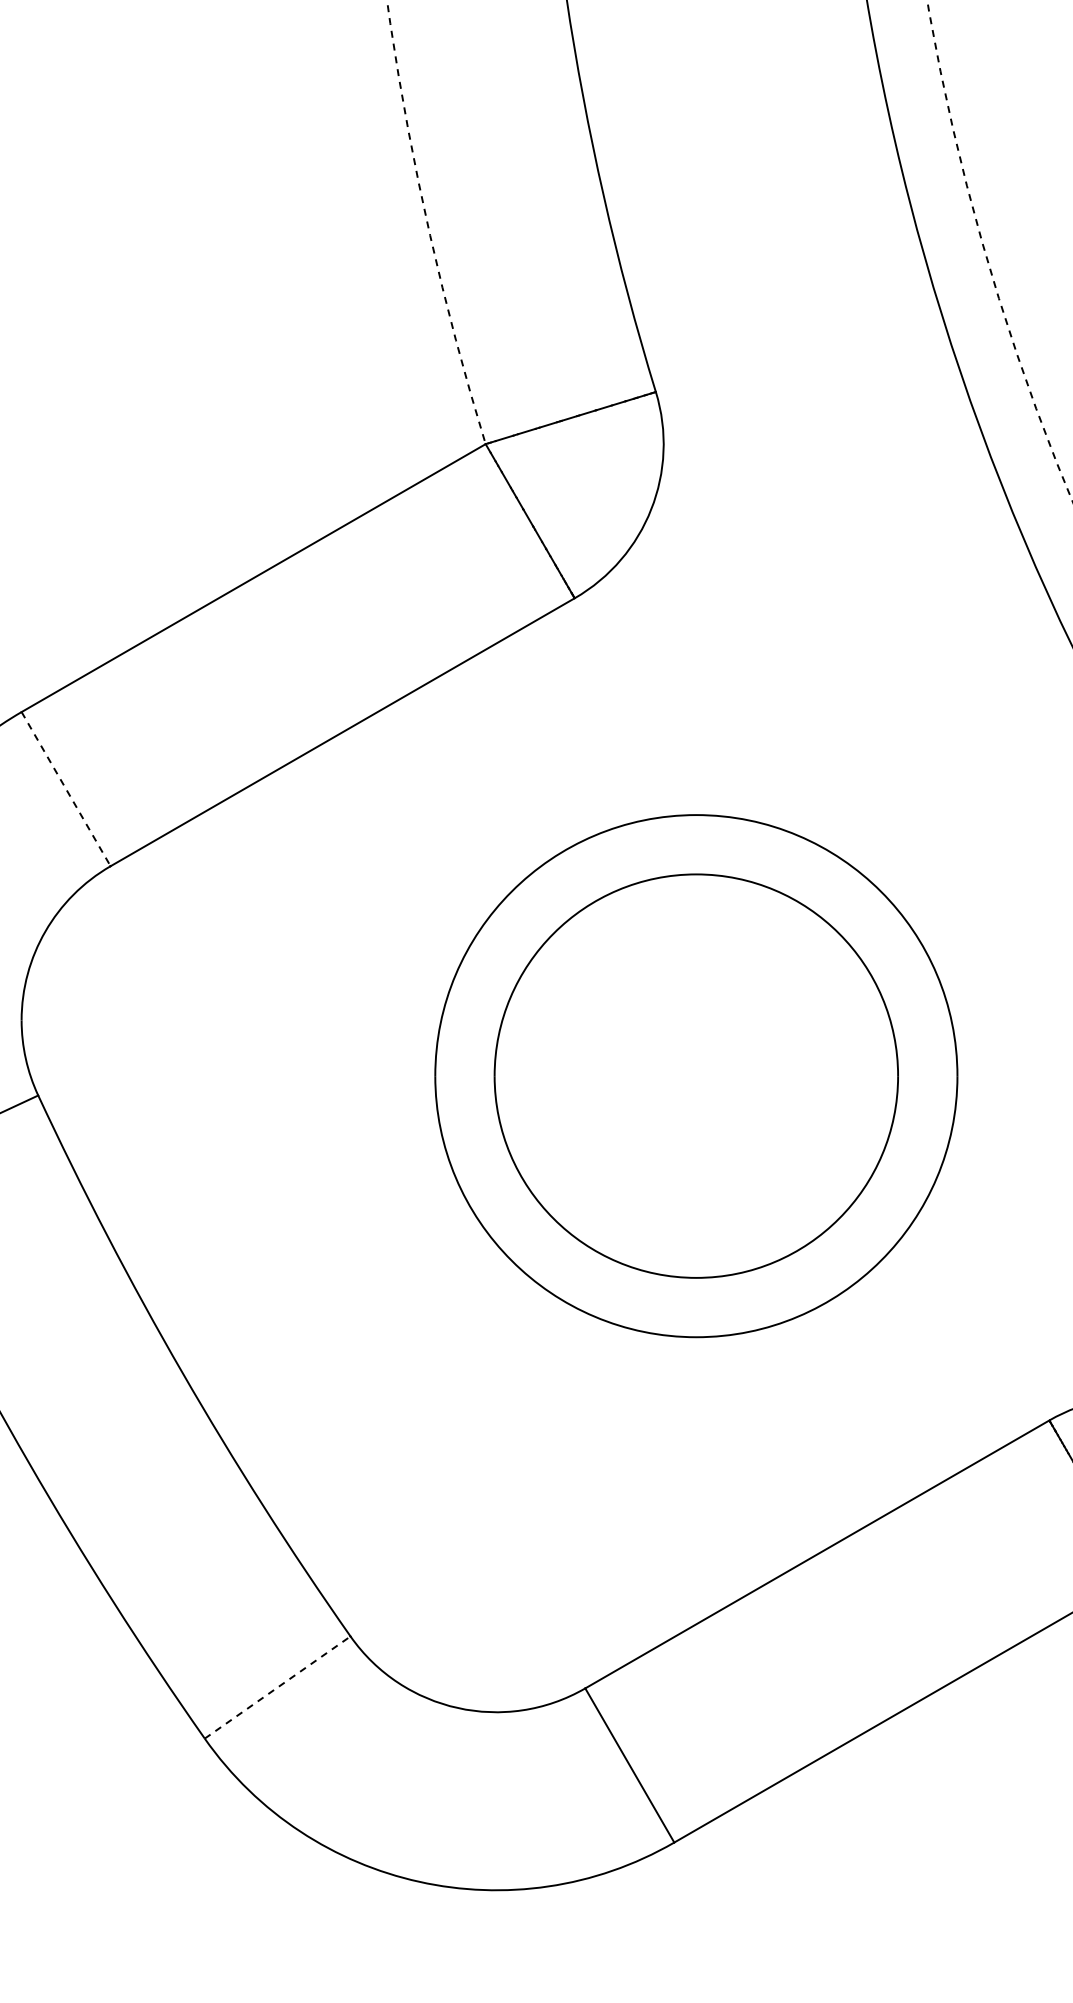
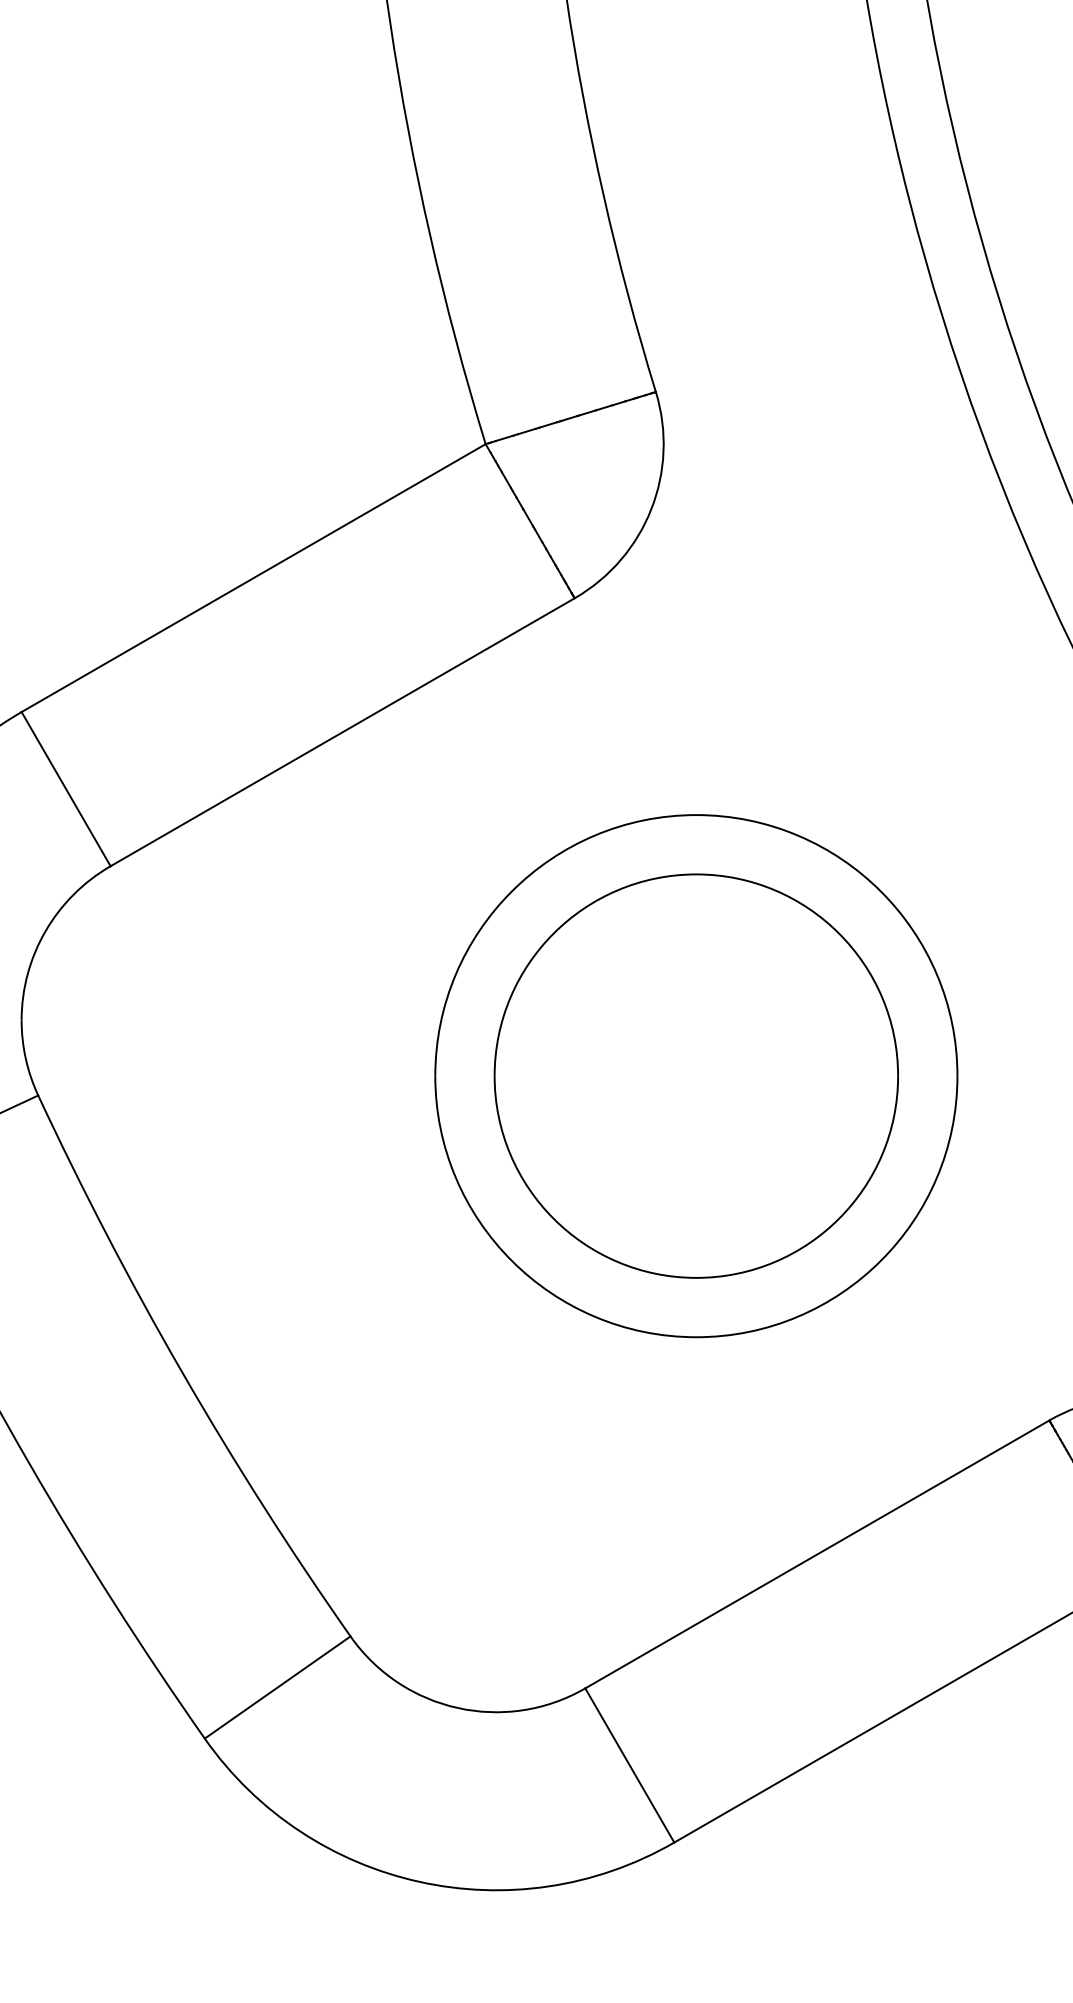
arc at (428, 225): dashed -> solid
arc at (985, 254): dashed -> solid
line at (66, 789): dashed -> solid
line at (277, 1687): dashed -> solid
